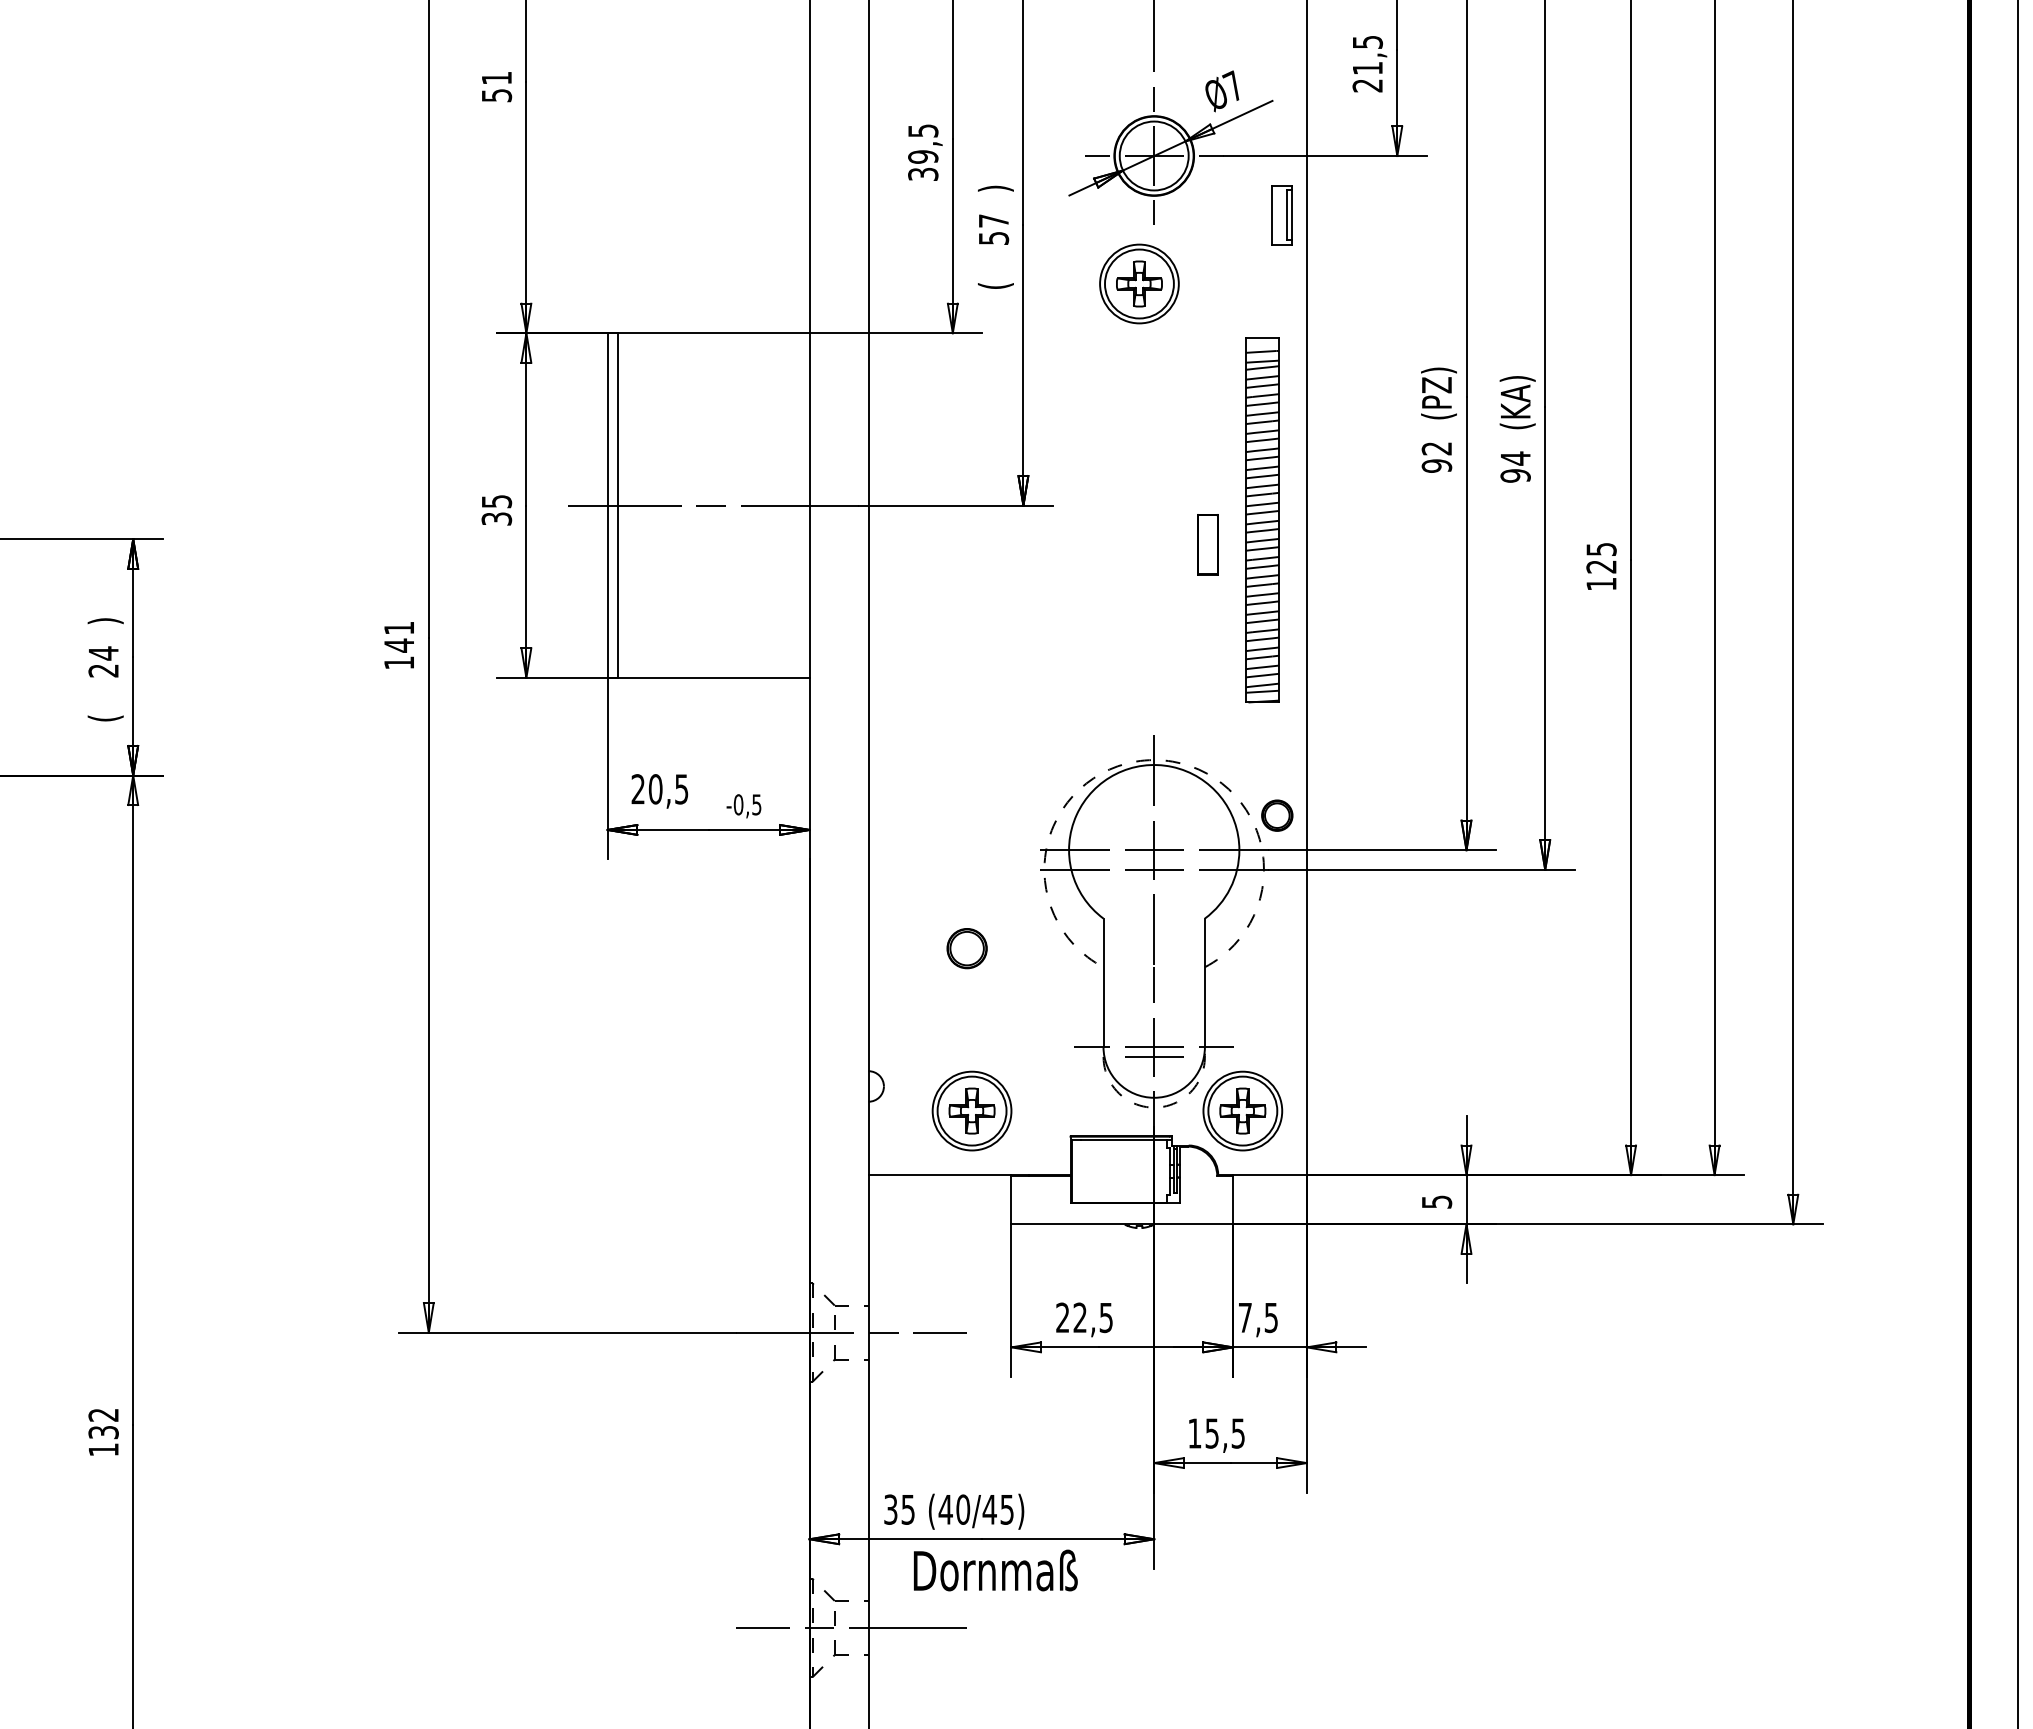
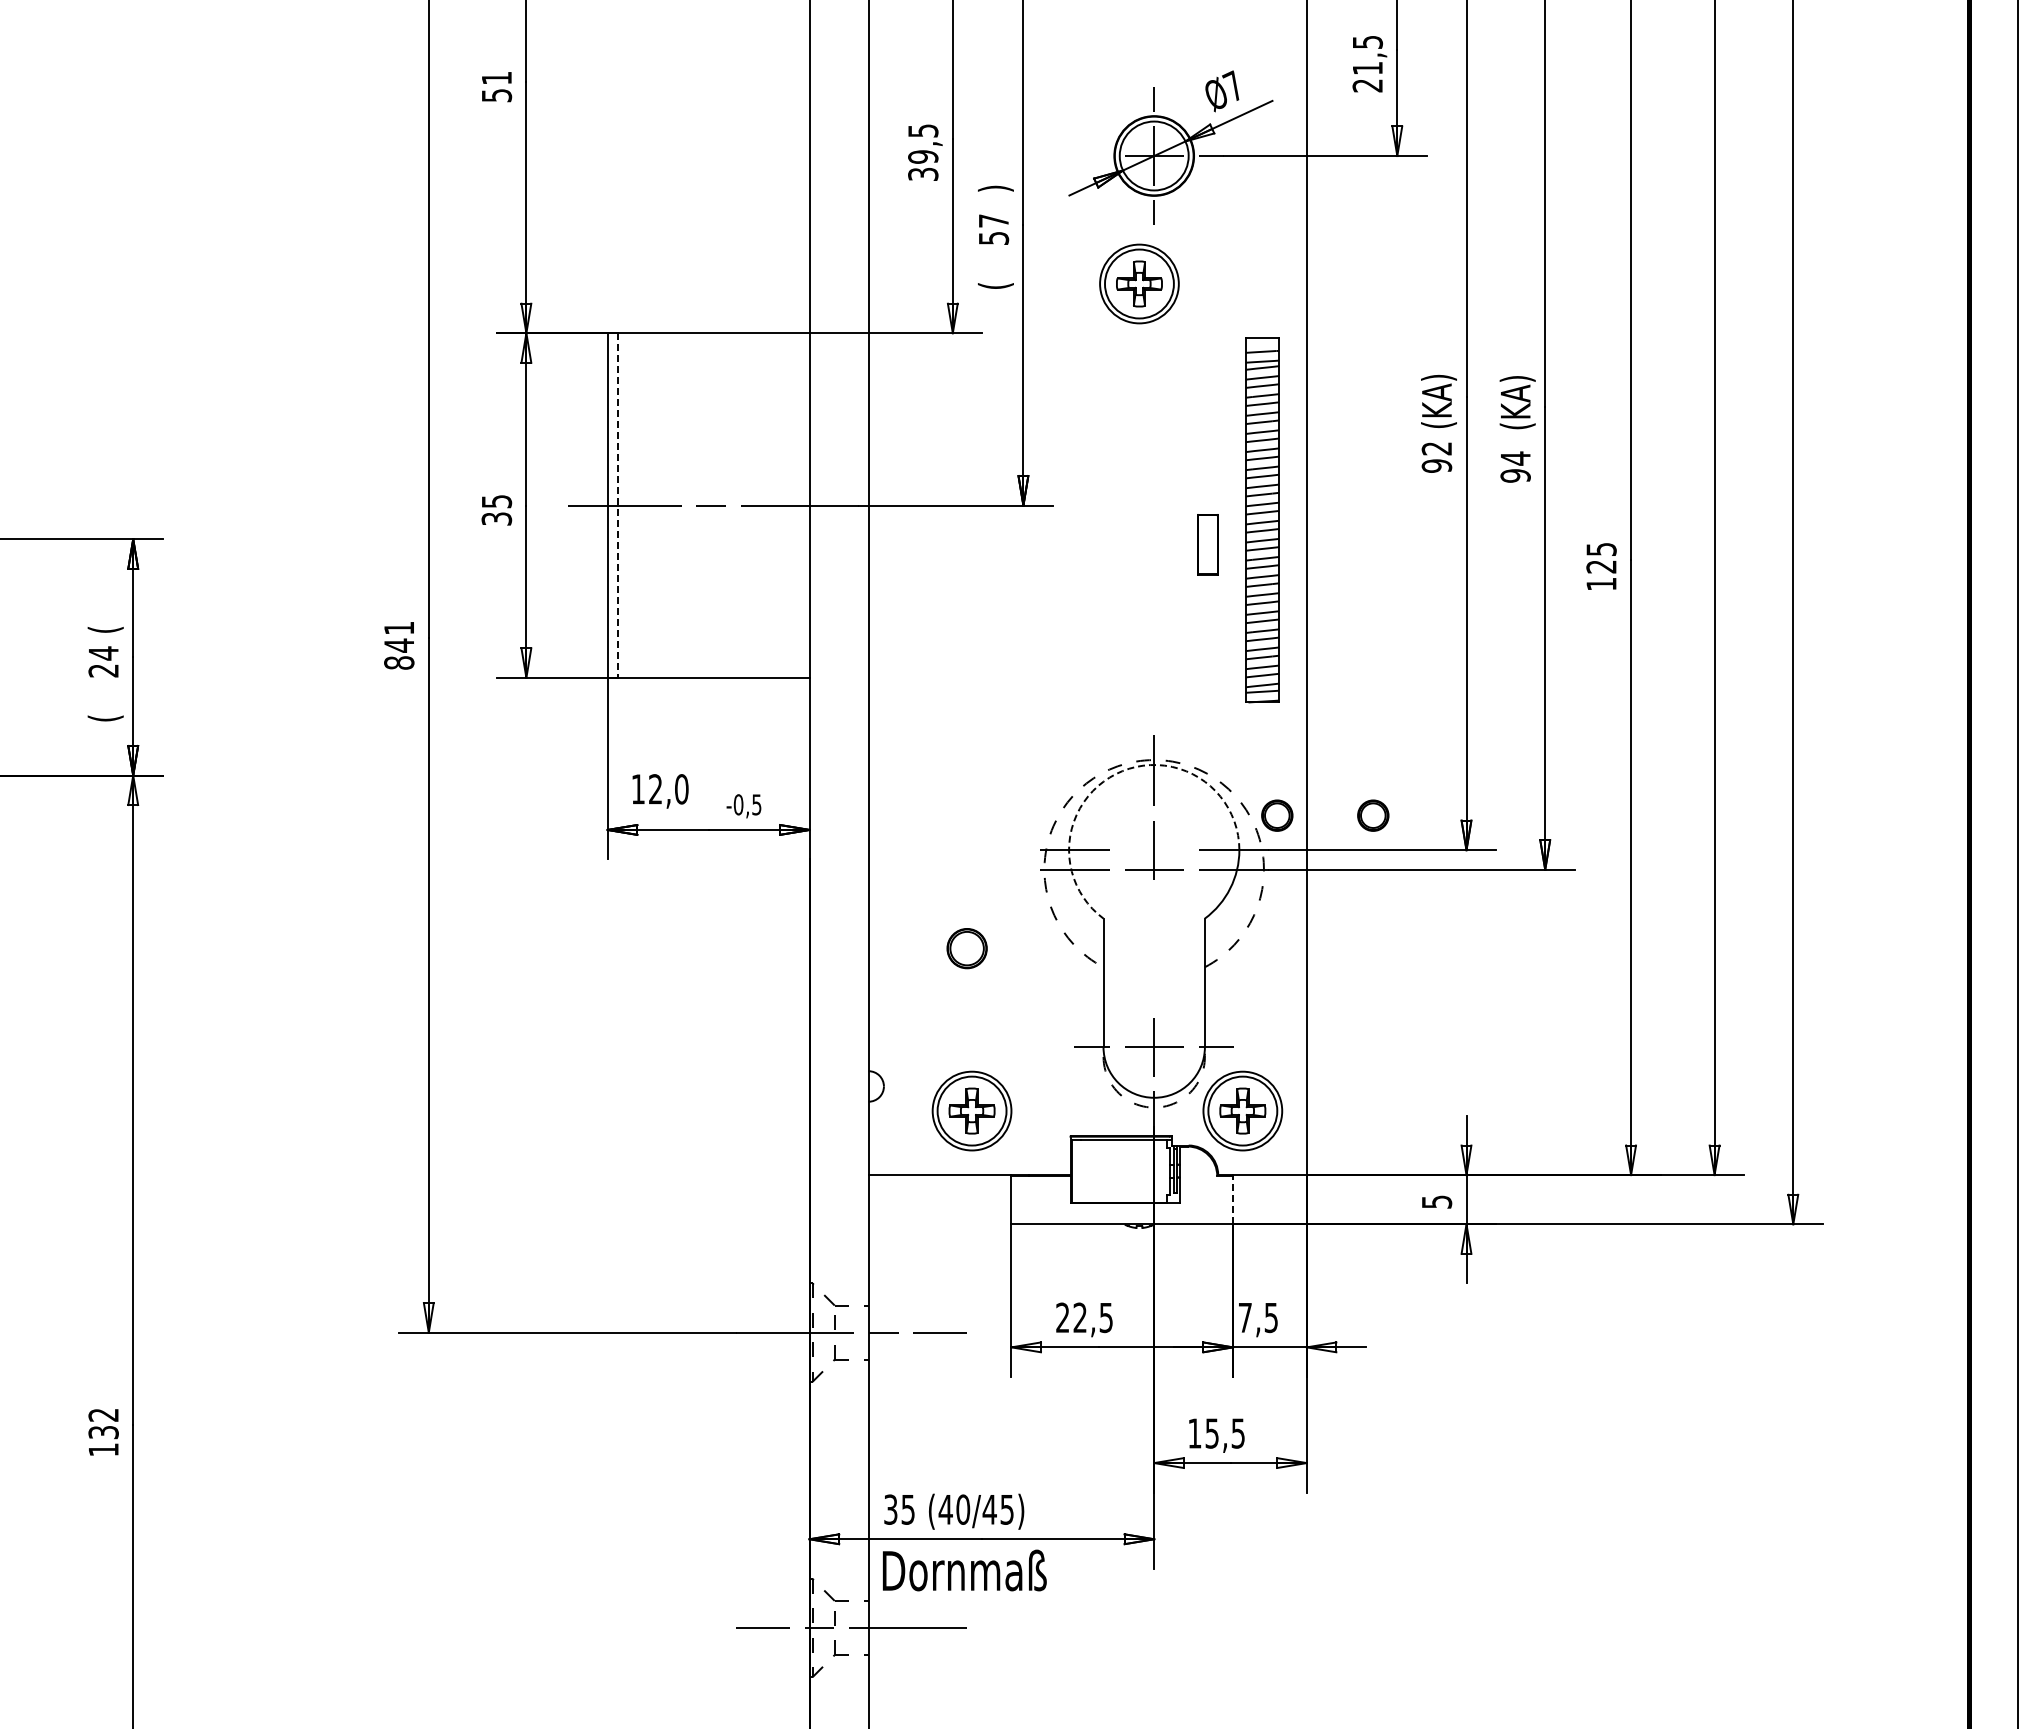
line at (1154, 37): present -> none
line at (1096, 156): present -> none
part at (1281, 215): present -> none
text at (1438, 397): (PZ) -> (KA)
line at (617, 506): solid -> dashed
text at (105, 625): ) -> (
text at (399, 662): 141 -> 841
arc at (1115, 774): solid -> dashed
text at (659, 789): 20,5 -> 12,0
part at (1373, 815): none -> present
line at (1153, 850): present -> none
line at (1153, 948): present -> none
line at (1153, 1056): present -> none
line at (1232, 1199): solid -> dashed
text at (995, 1570) position: (995, 1570) -> (964, 1570)
